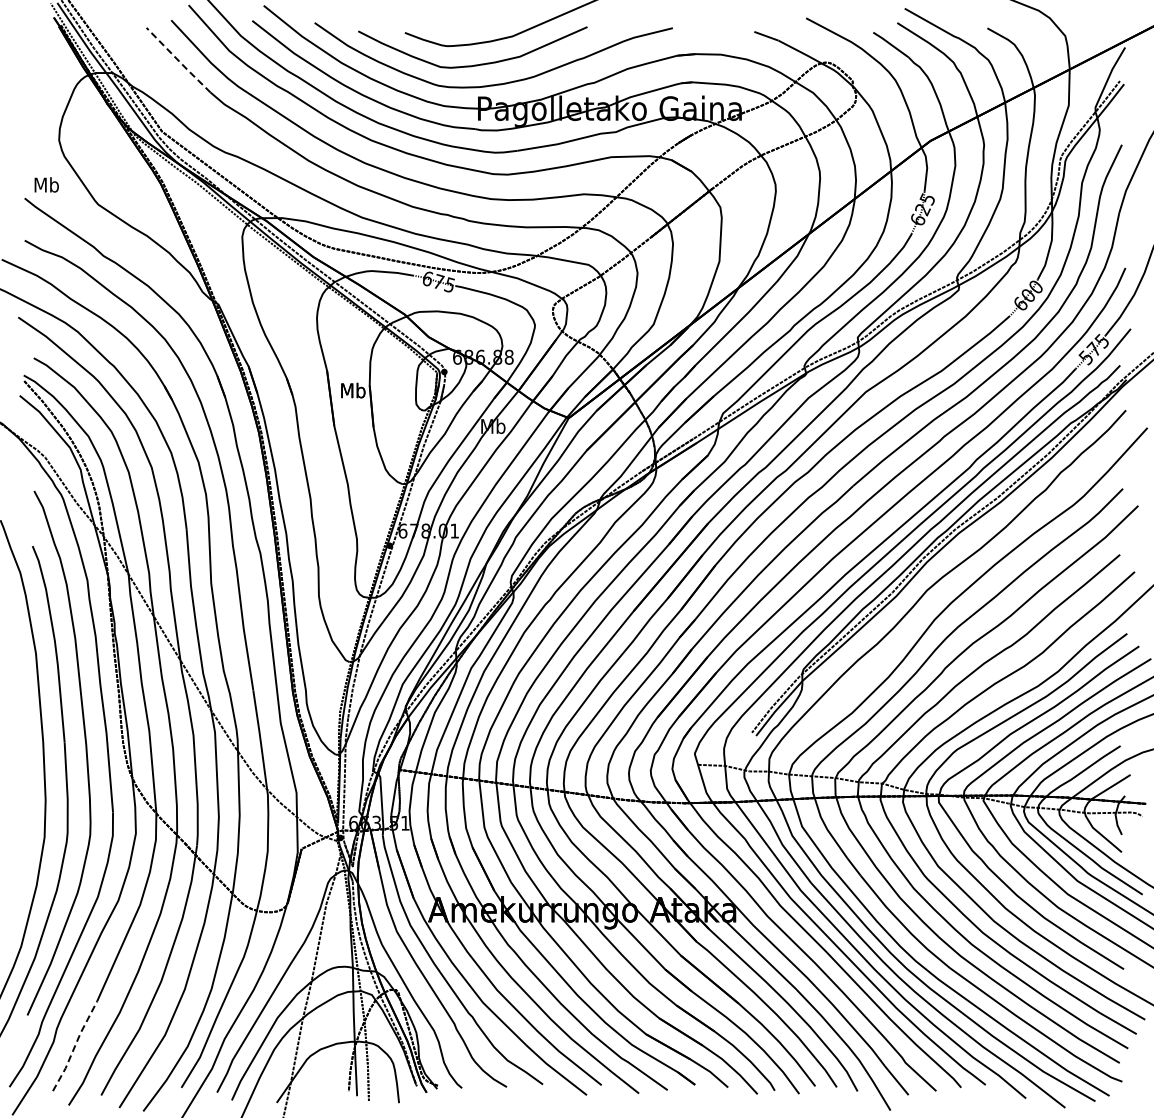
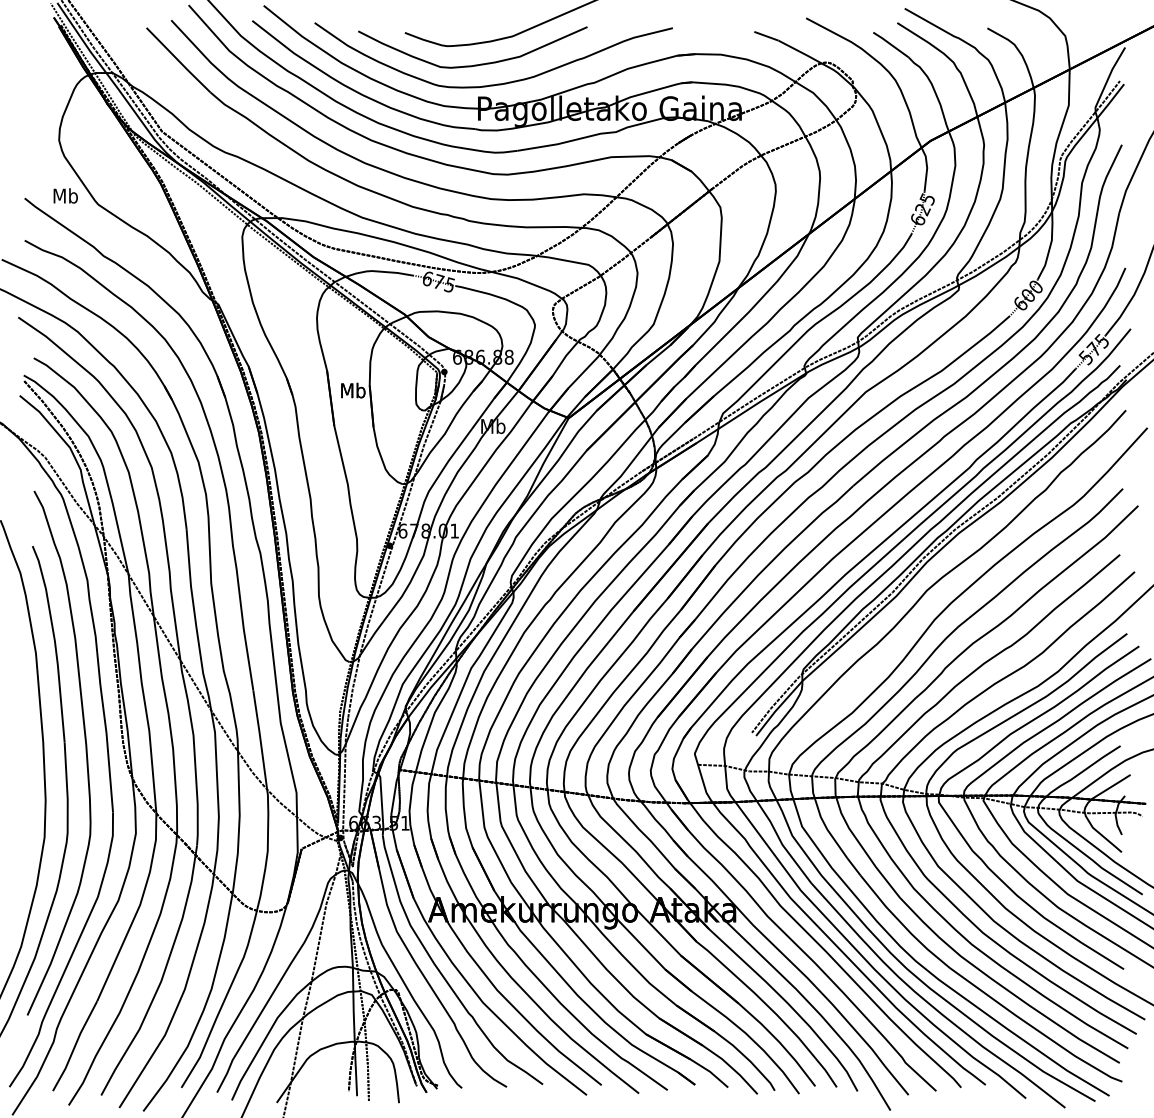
line at (178, 60): dashed -> solid
text at (46, 184) position: (46, 184) -> (65, 195)
line at (75, 1045): dashed -> solid
